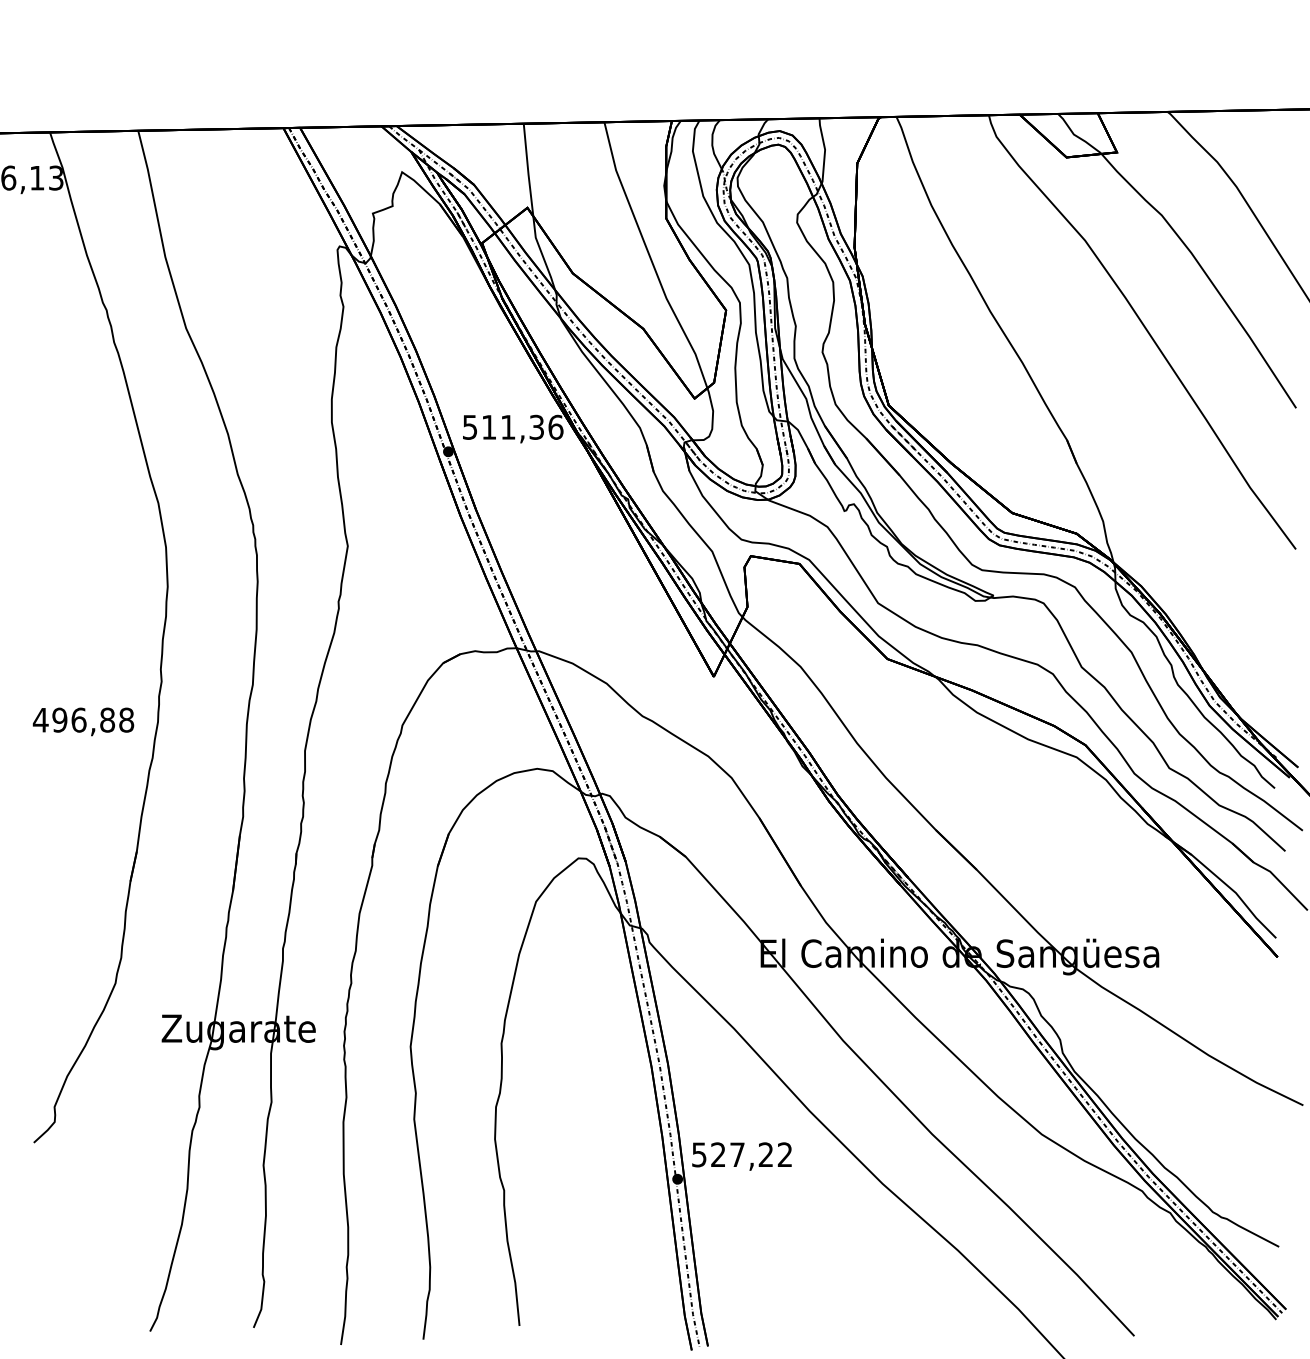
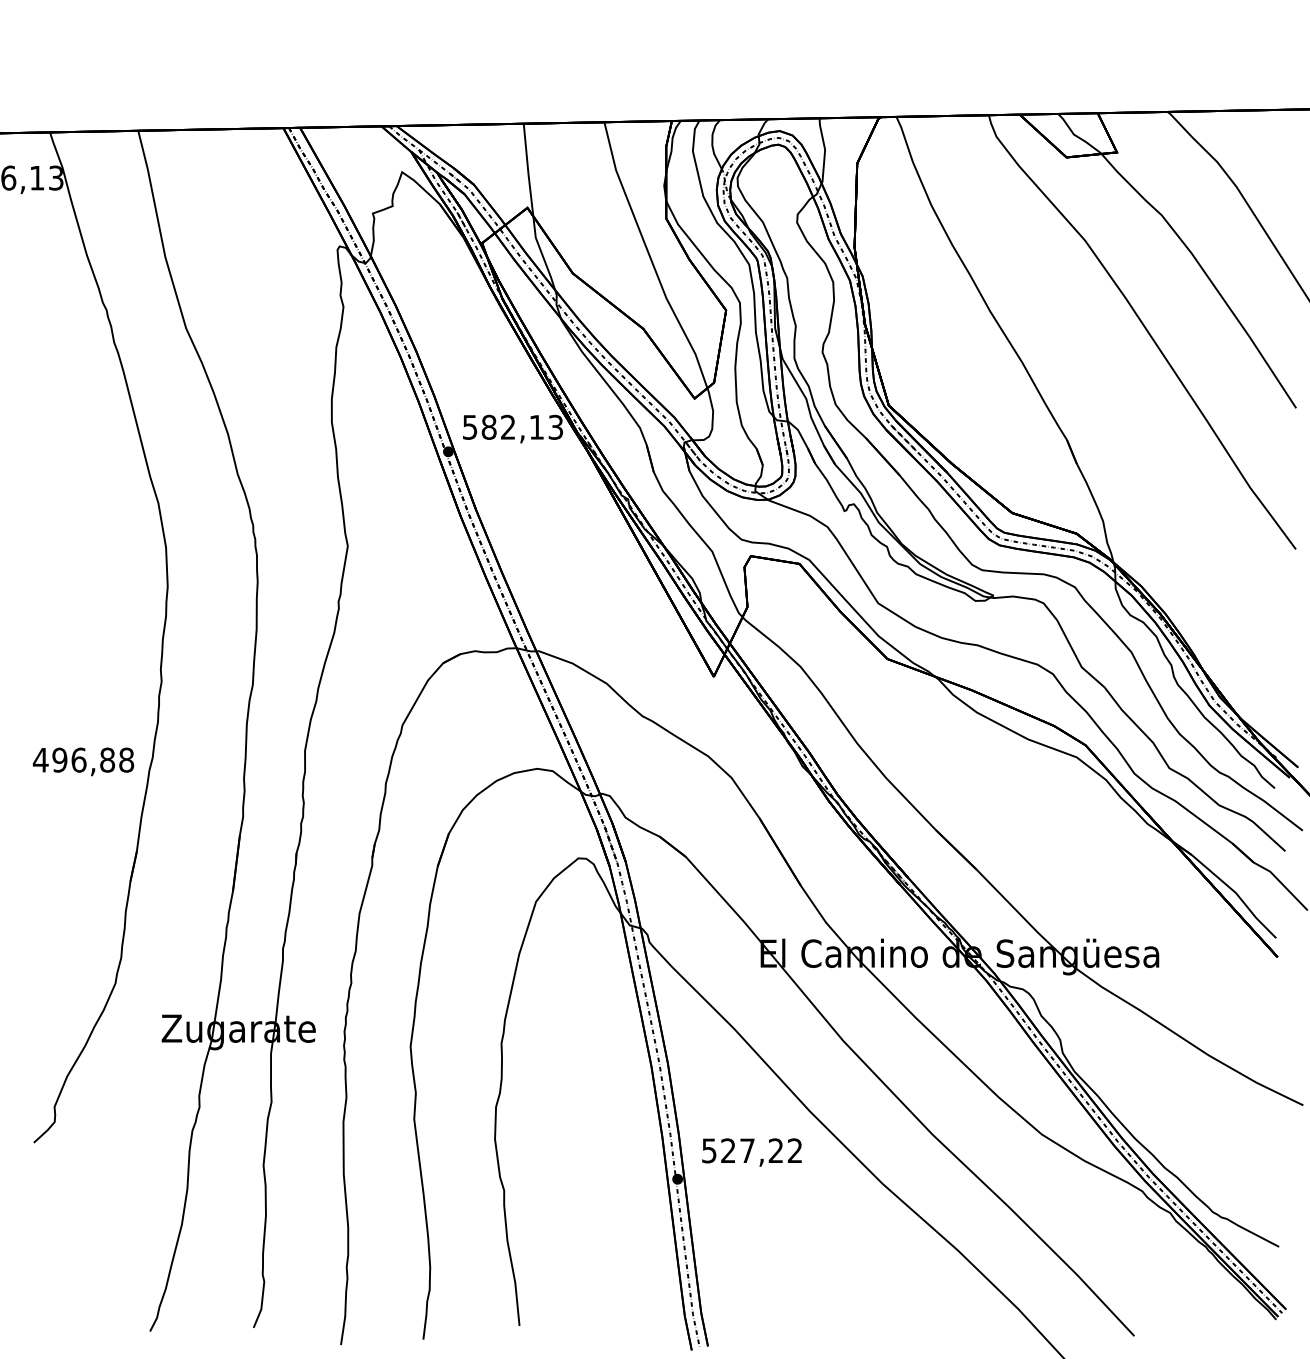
text at (522, 426): 511,36 -> 582,13
text at (83, 721) position: (83, 721) -> (83, 761)
text at (741, 1156) position: (741, 1156) -> (751, 1152)
